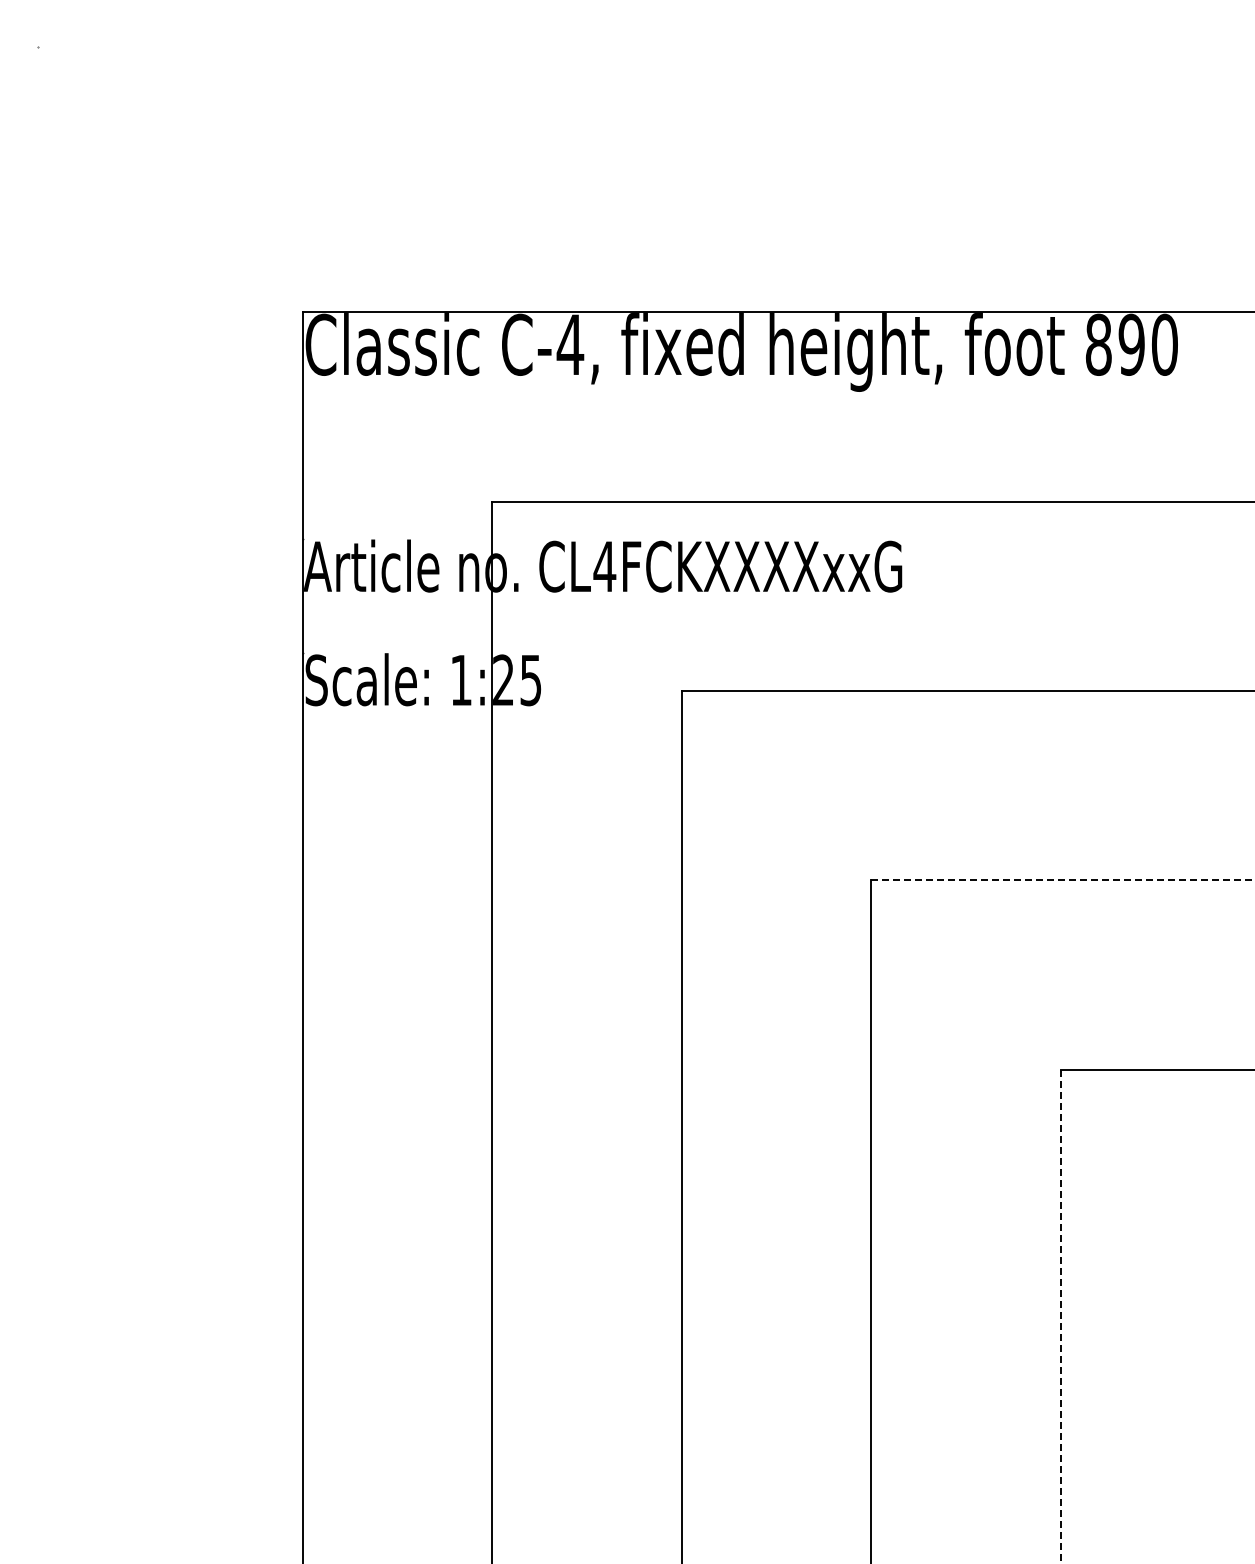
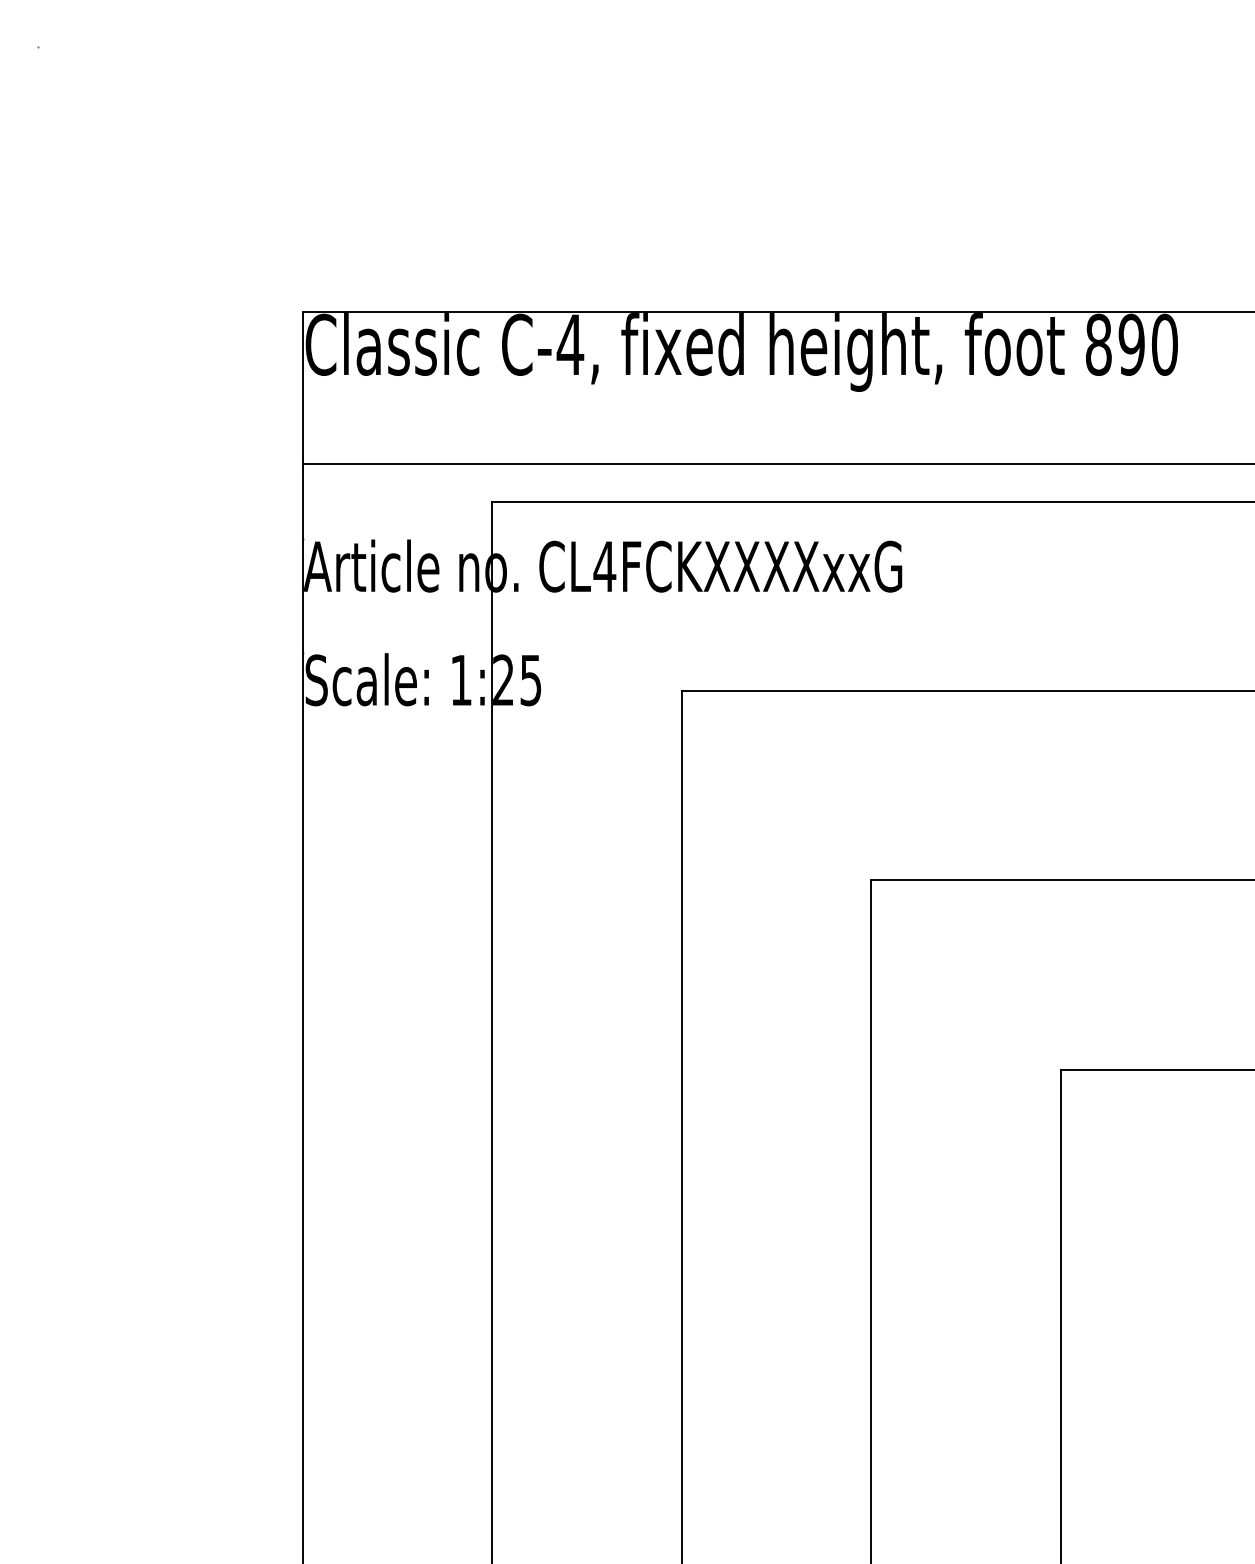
line at (776, 463): none -> present
line at (1063, 880): dashed -> solid
line at (1060, 1316): dashed -> solid
